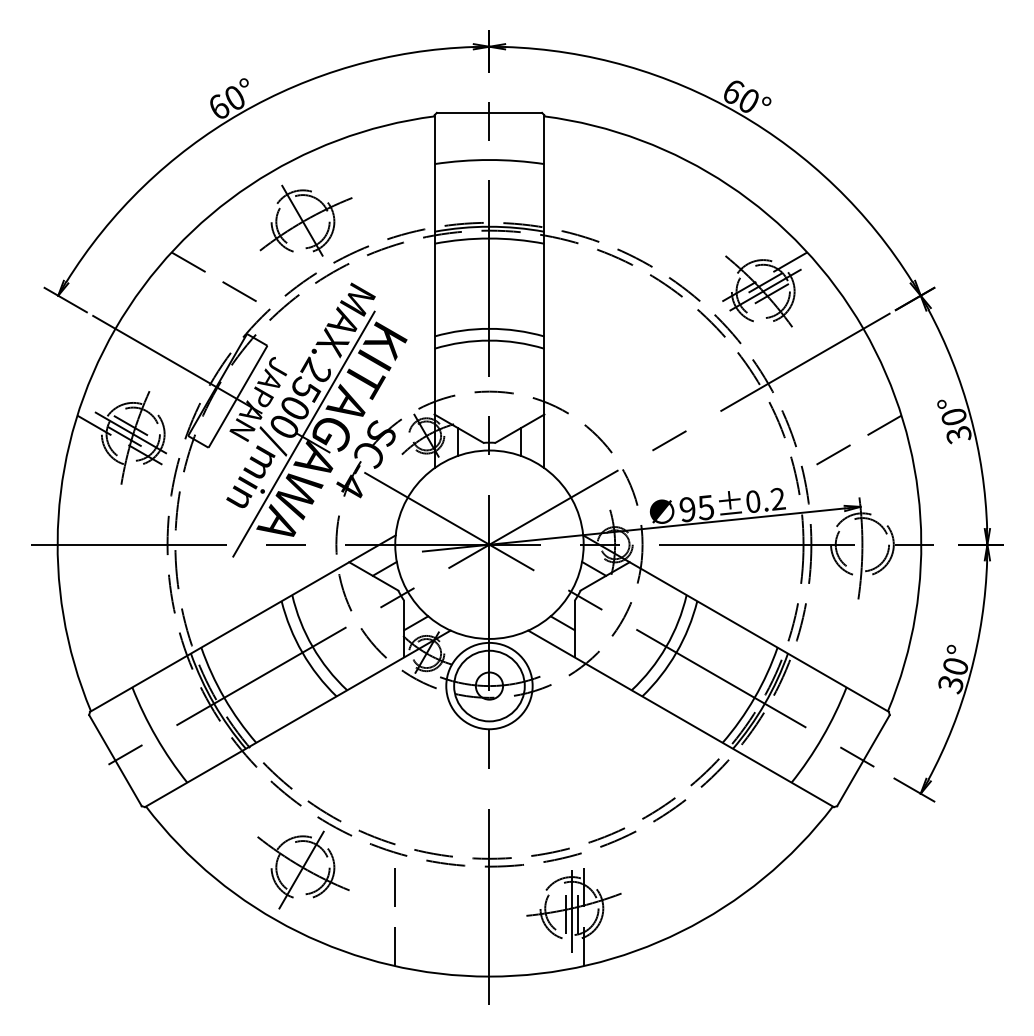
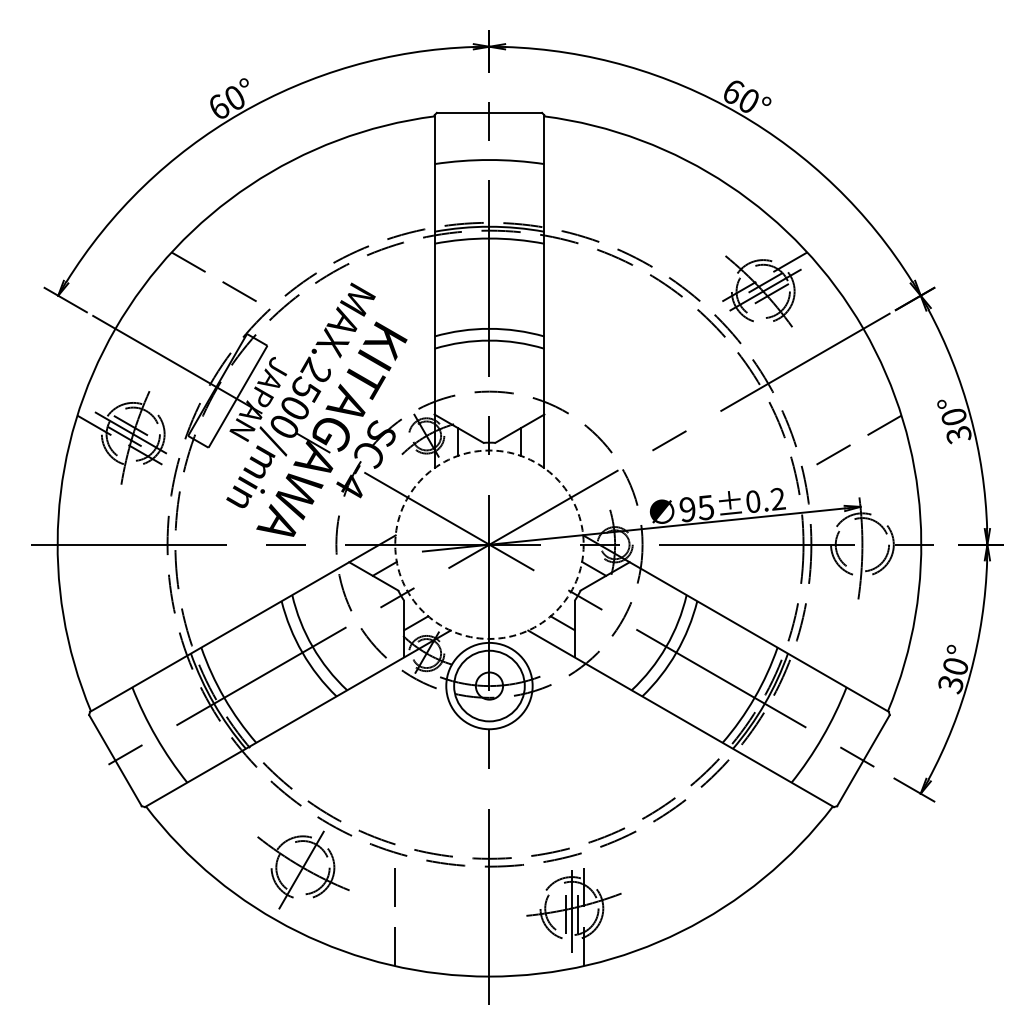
part at (305, 220): present -> none
line at (303, 433): present -> none
circle at (489, 544): solid -> dashed
